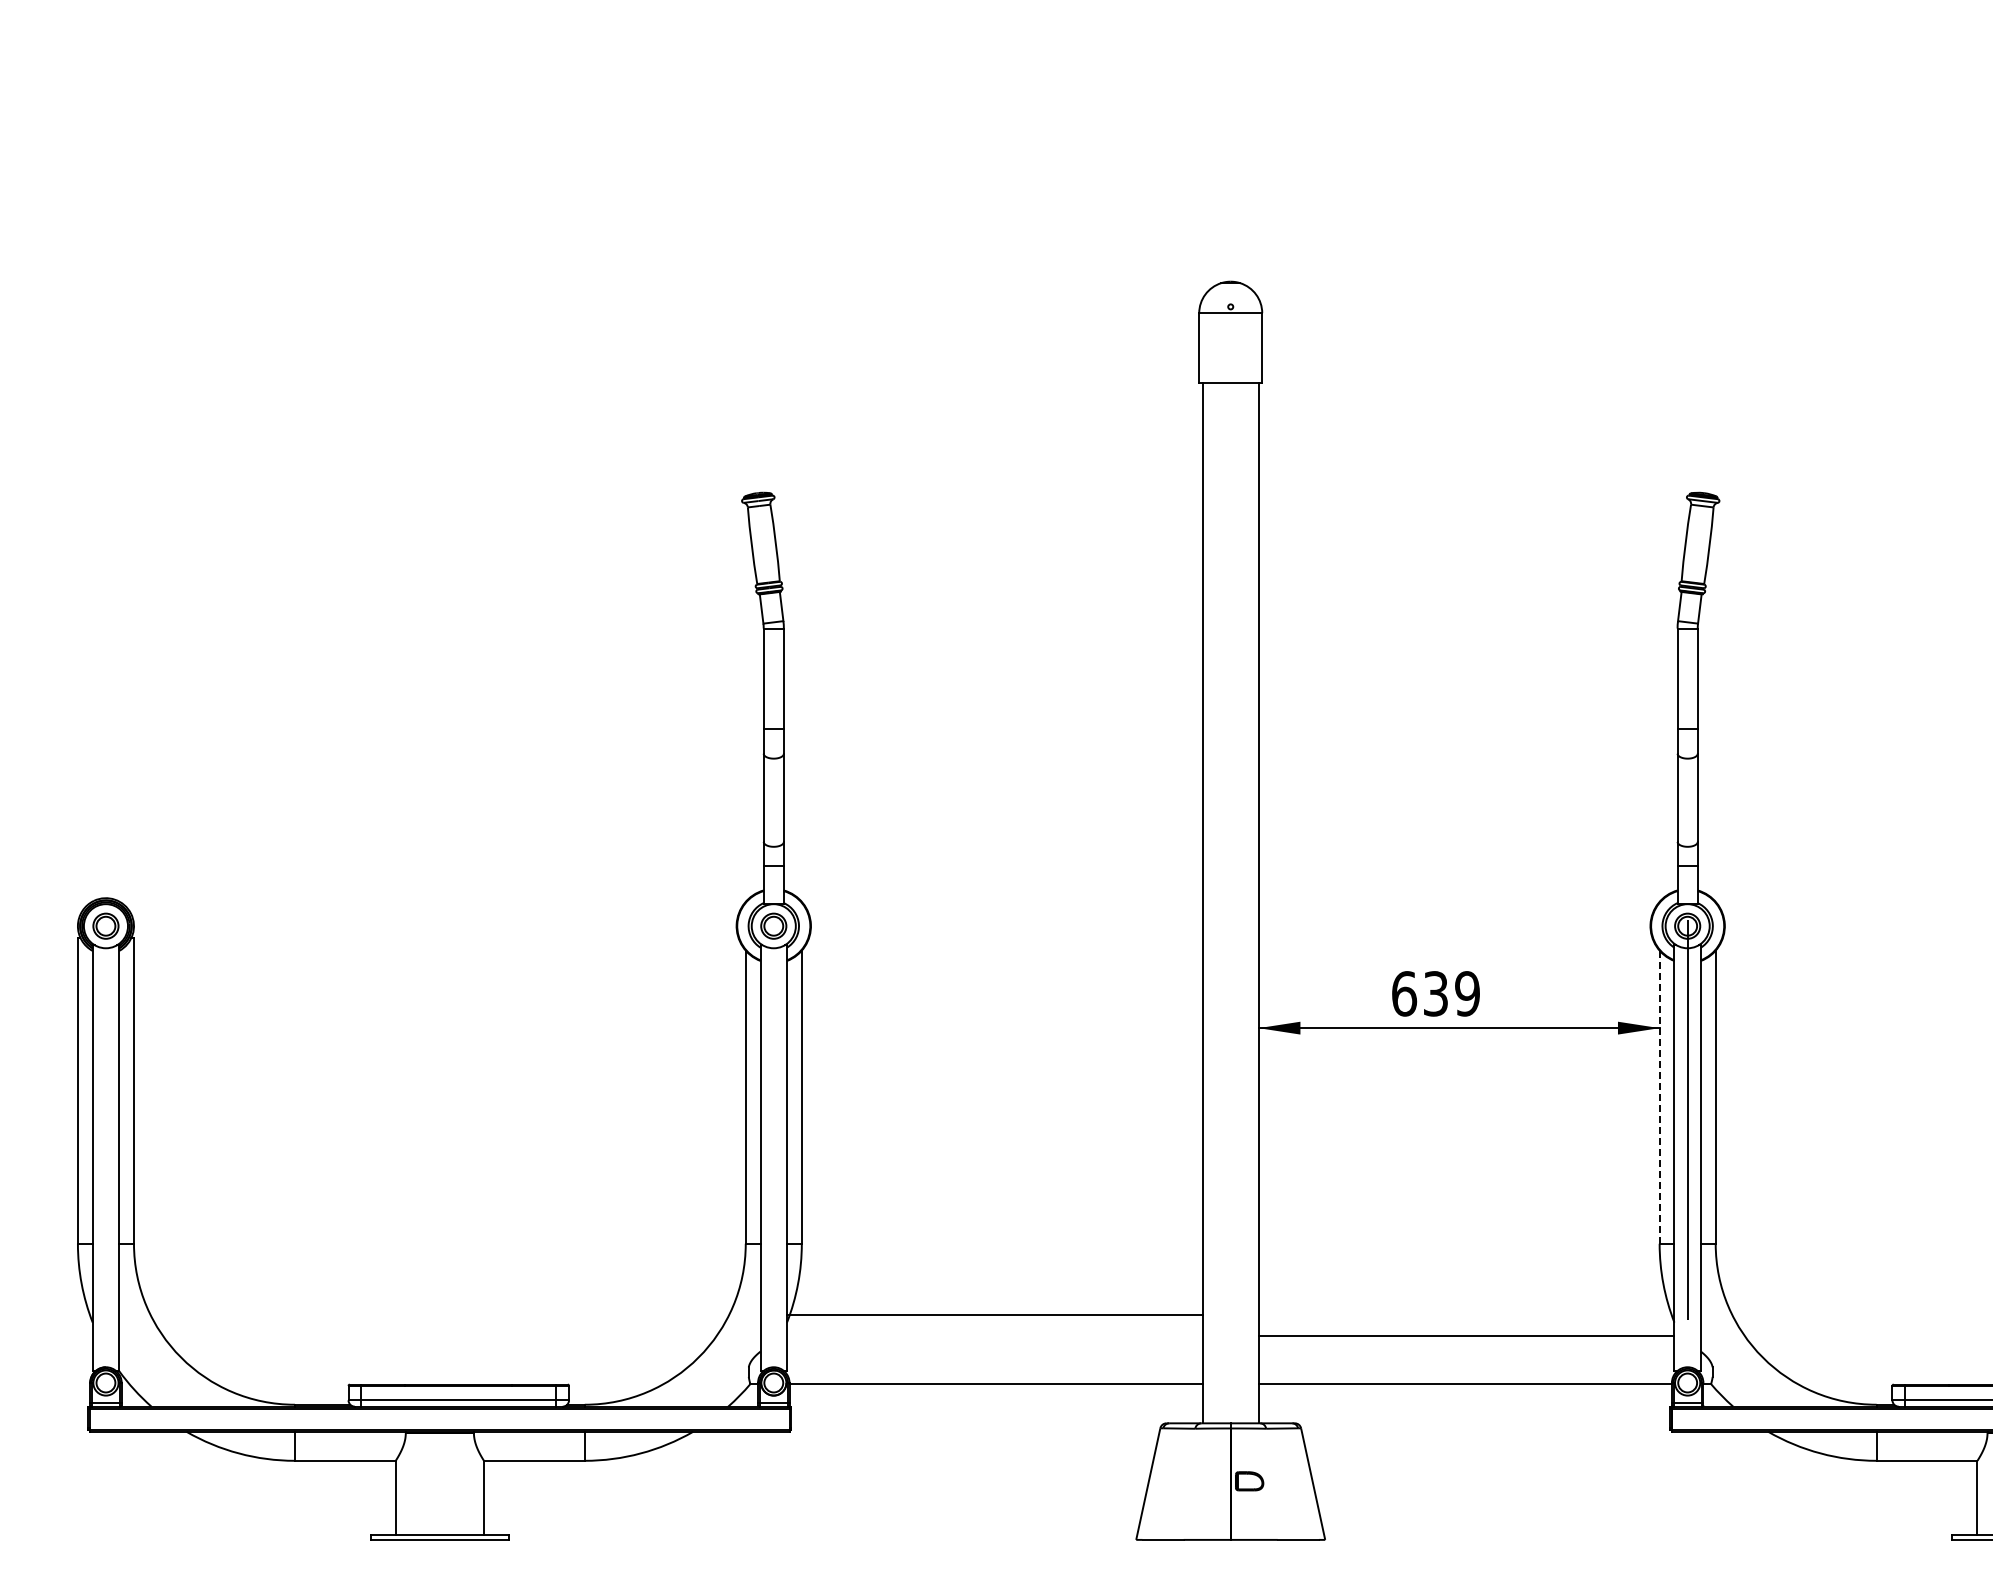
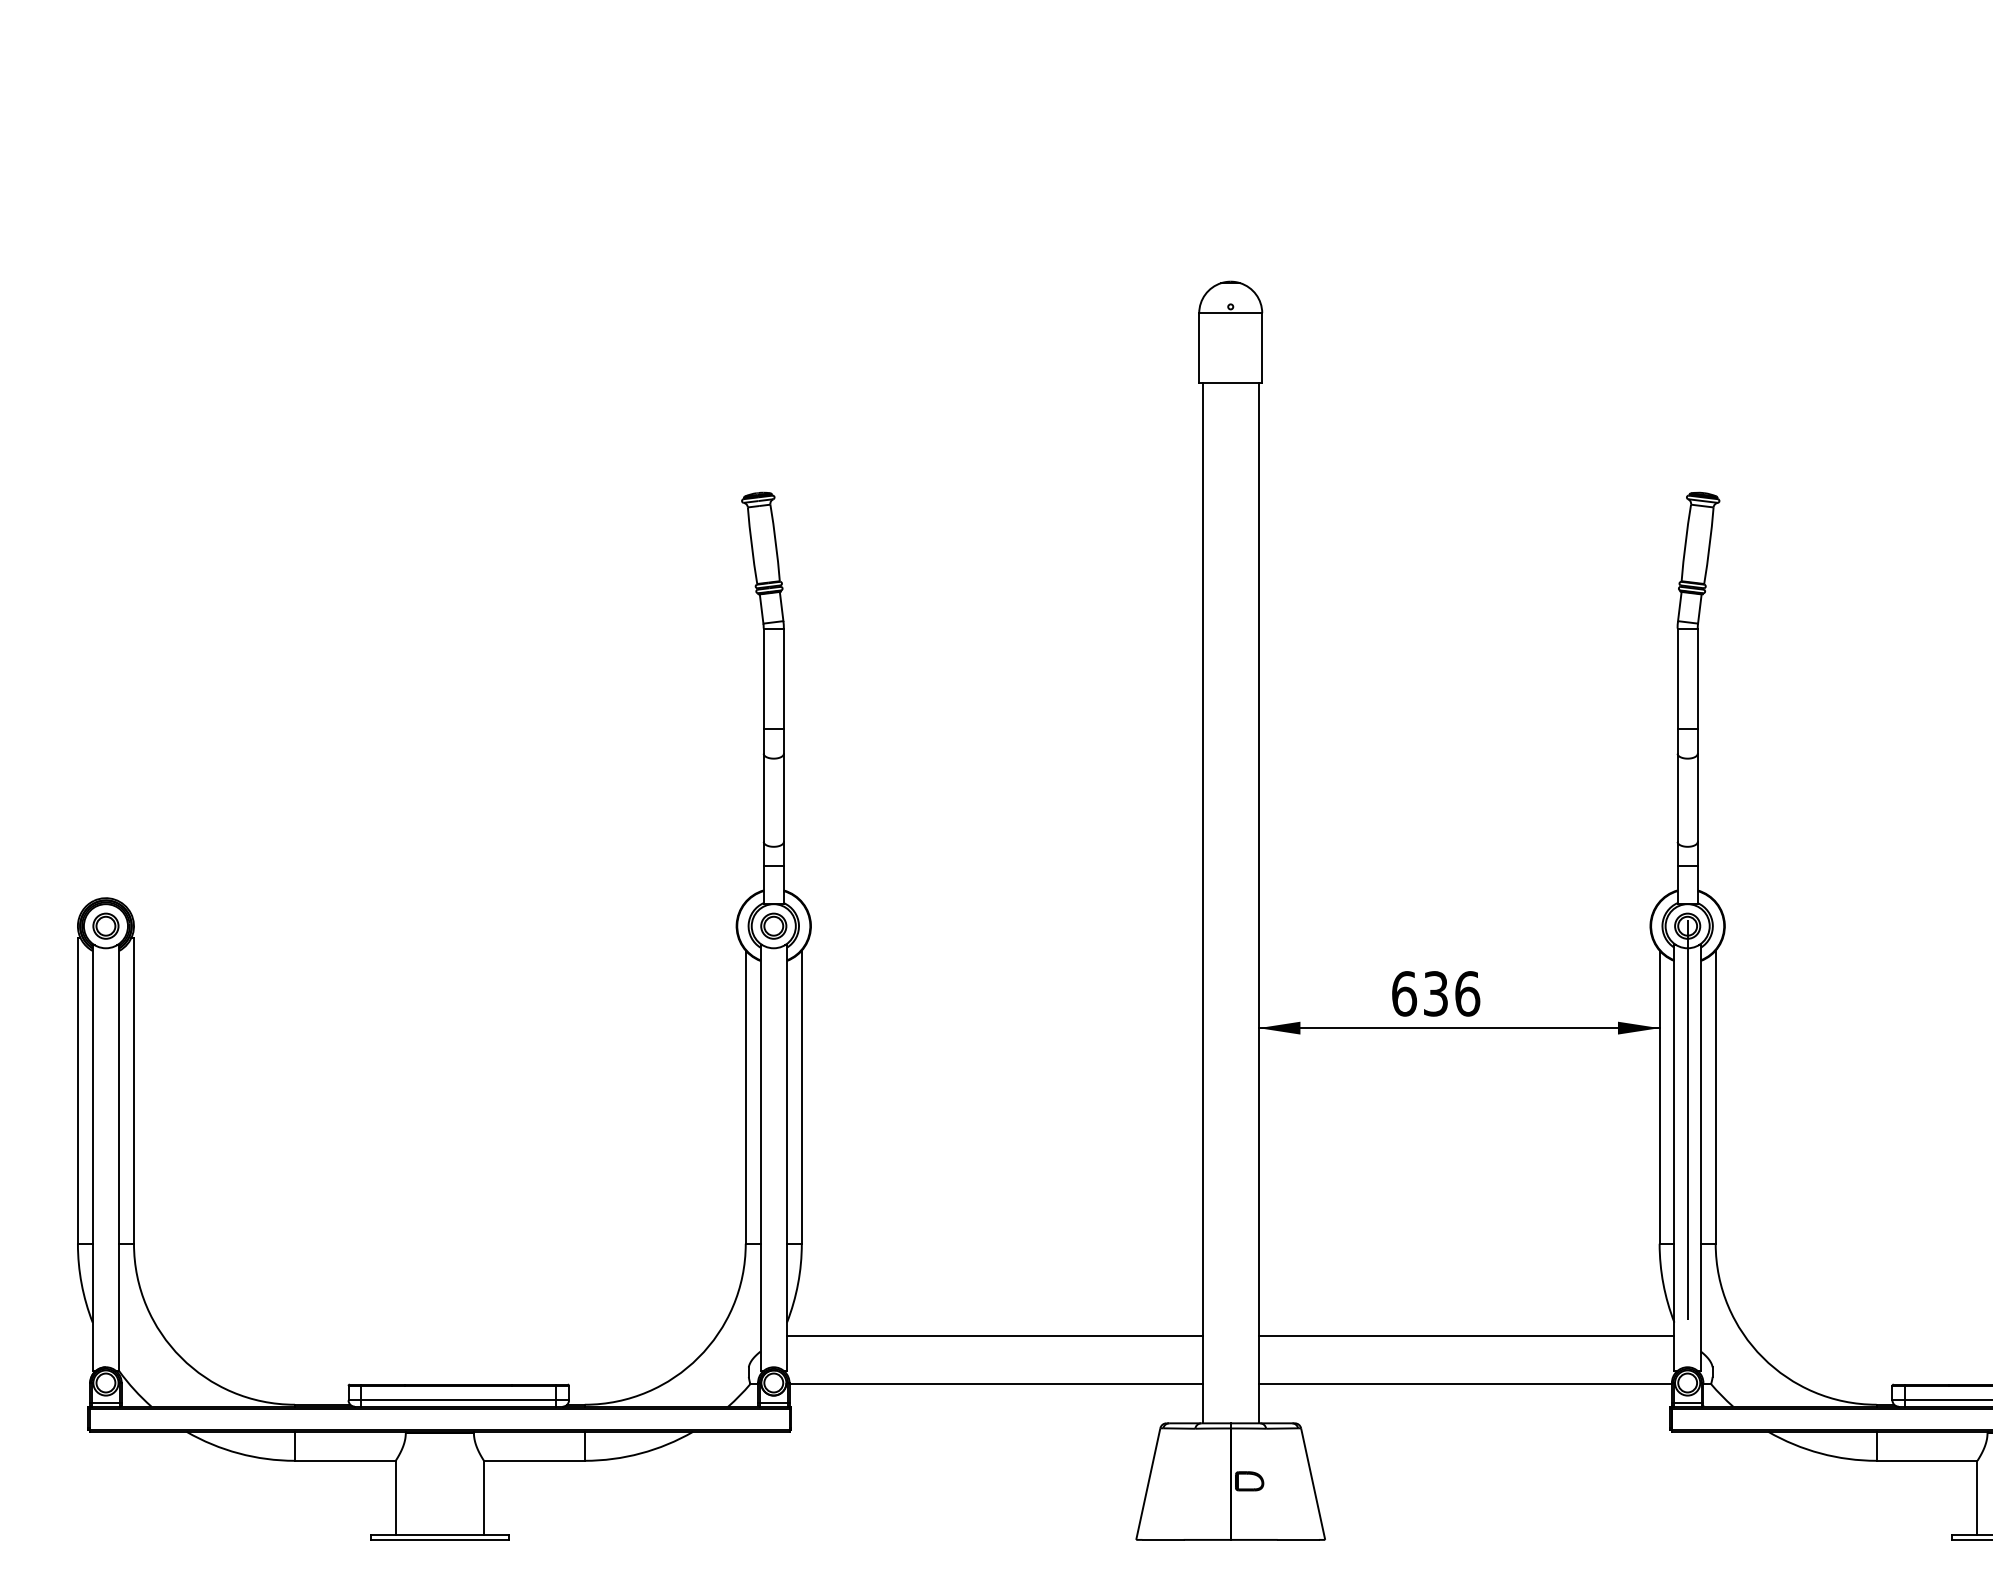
text at (1467, 993): 639 -> 636
line at (1659, 1097): dashed -> solid
line at (994, 1315) position: (994, 1315) -> (994, 1336)
